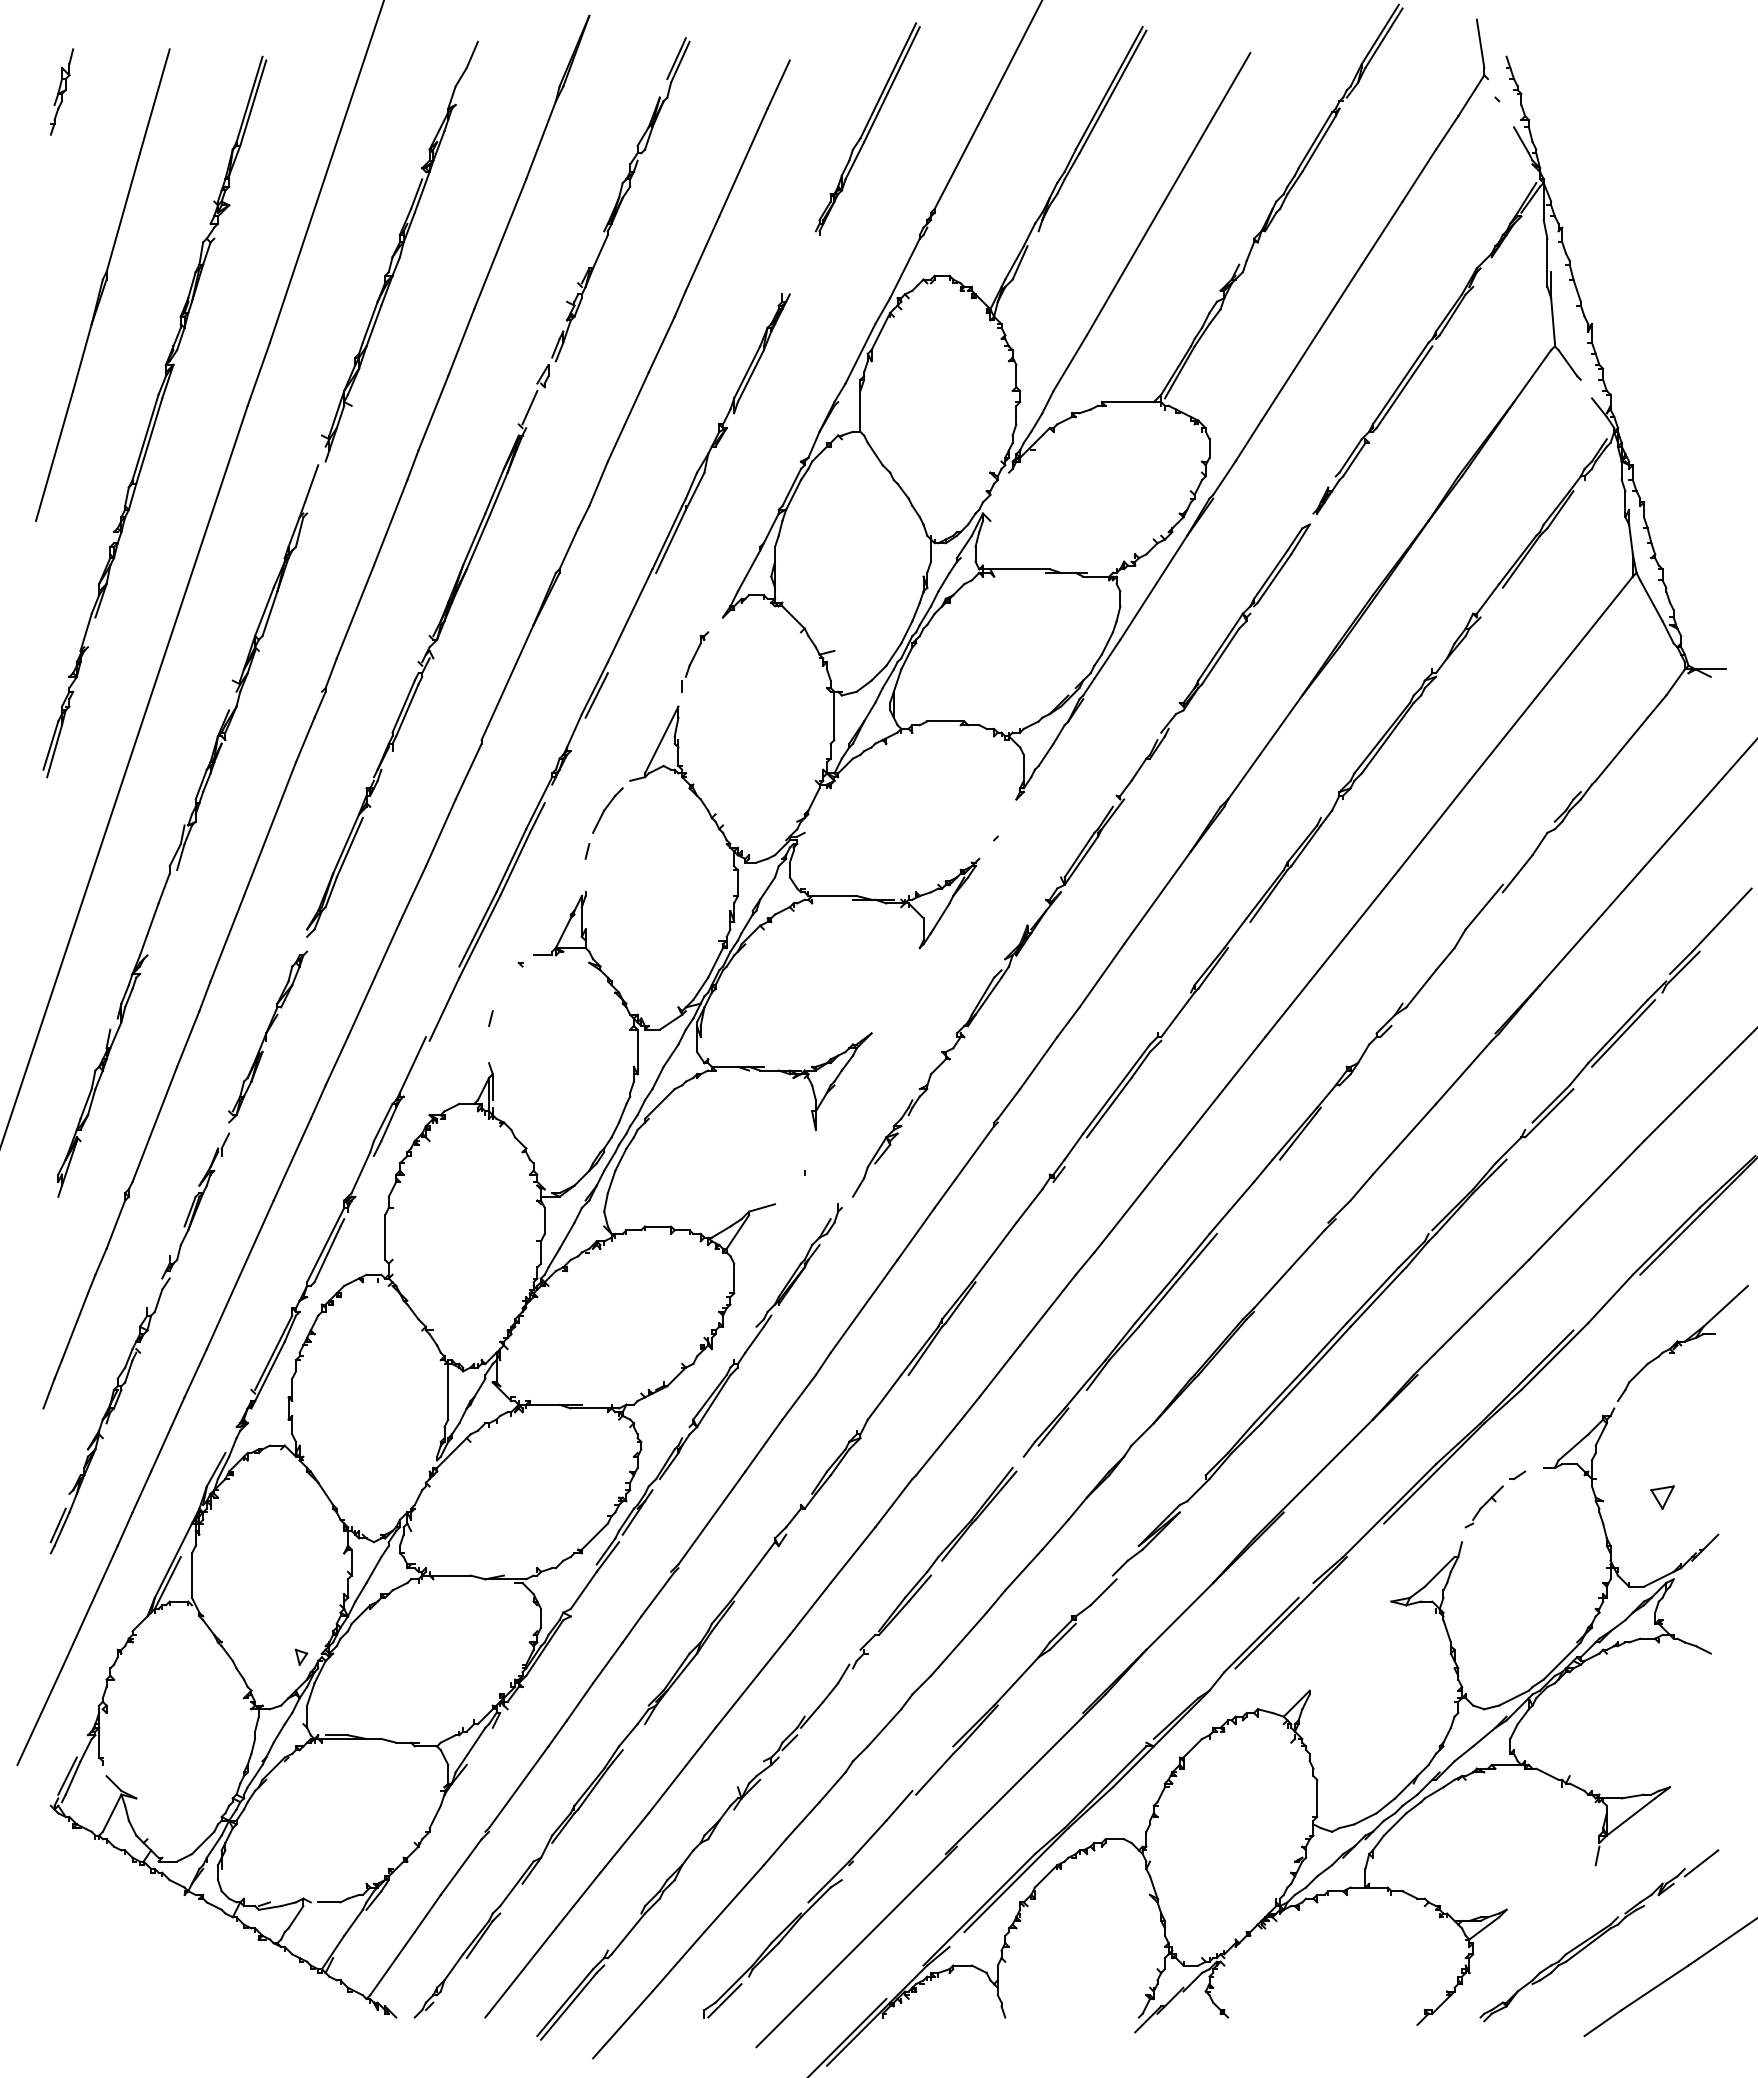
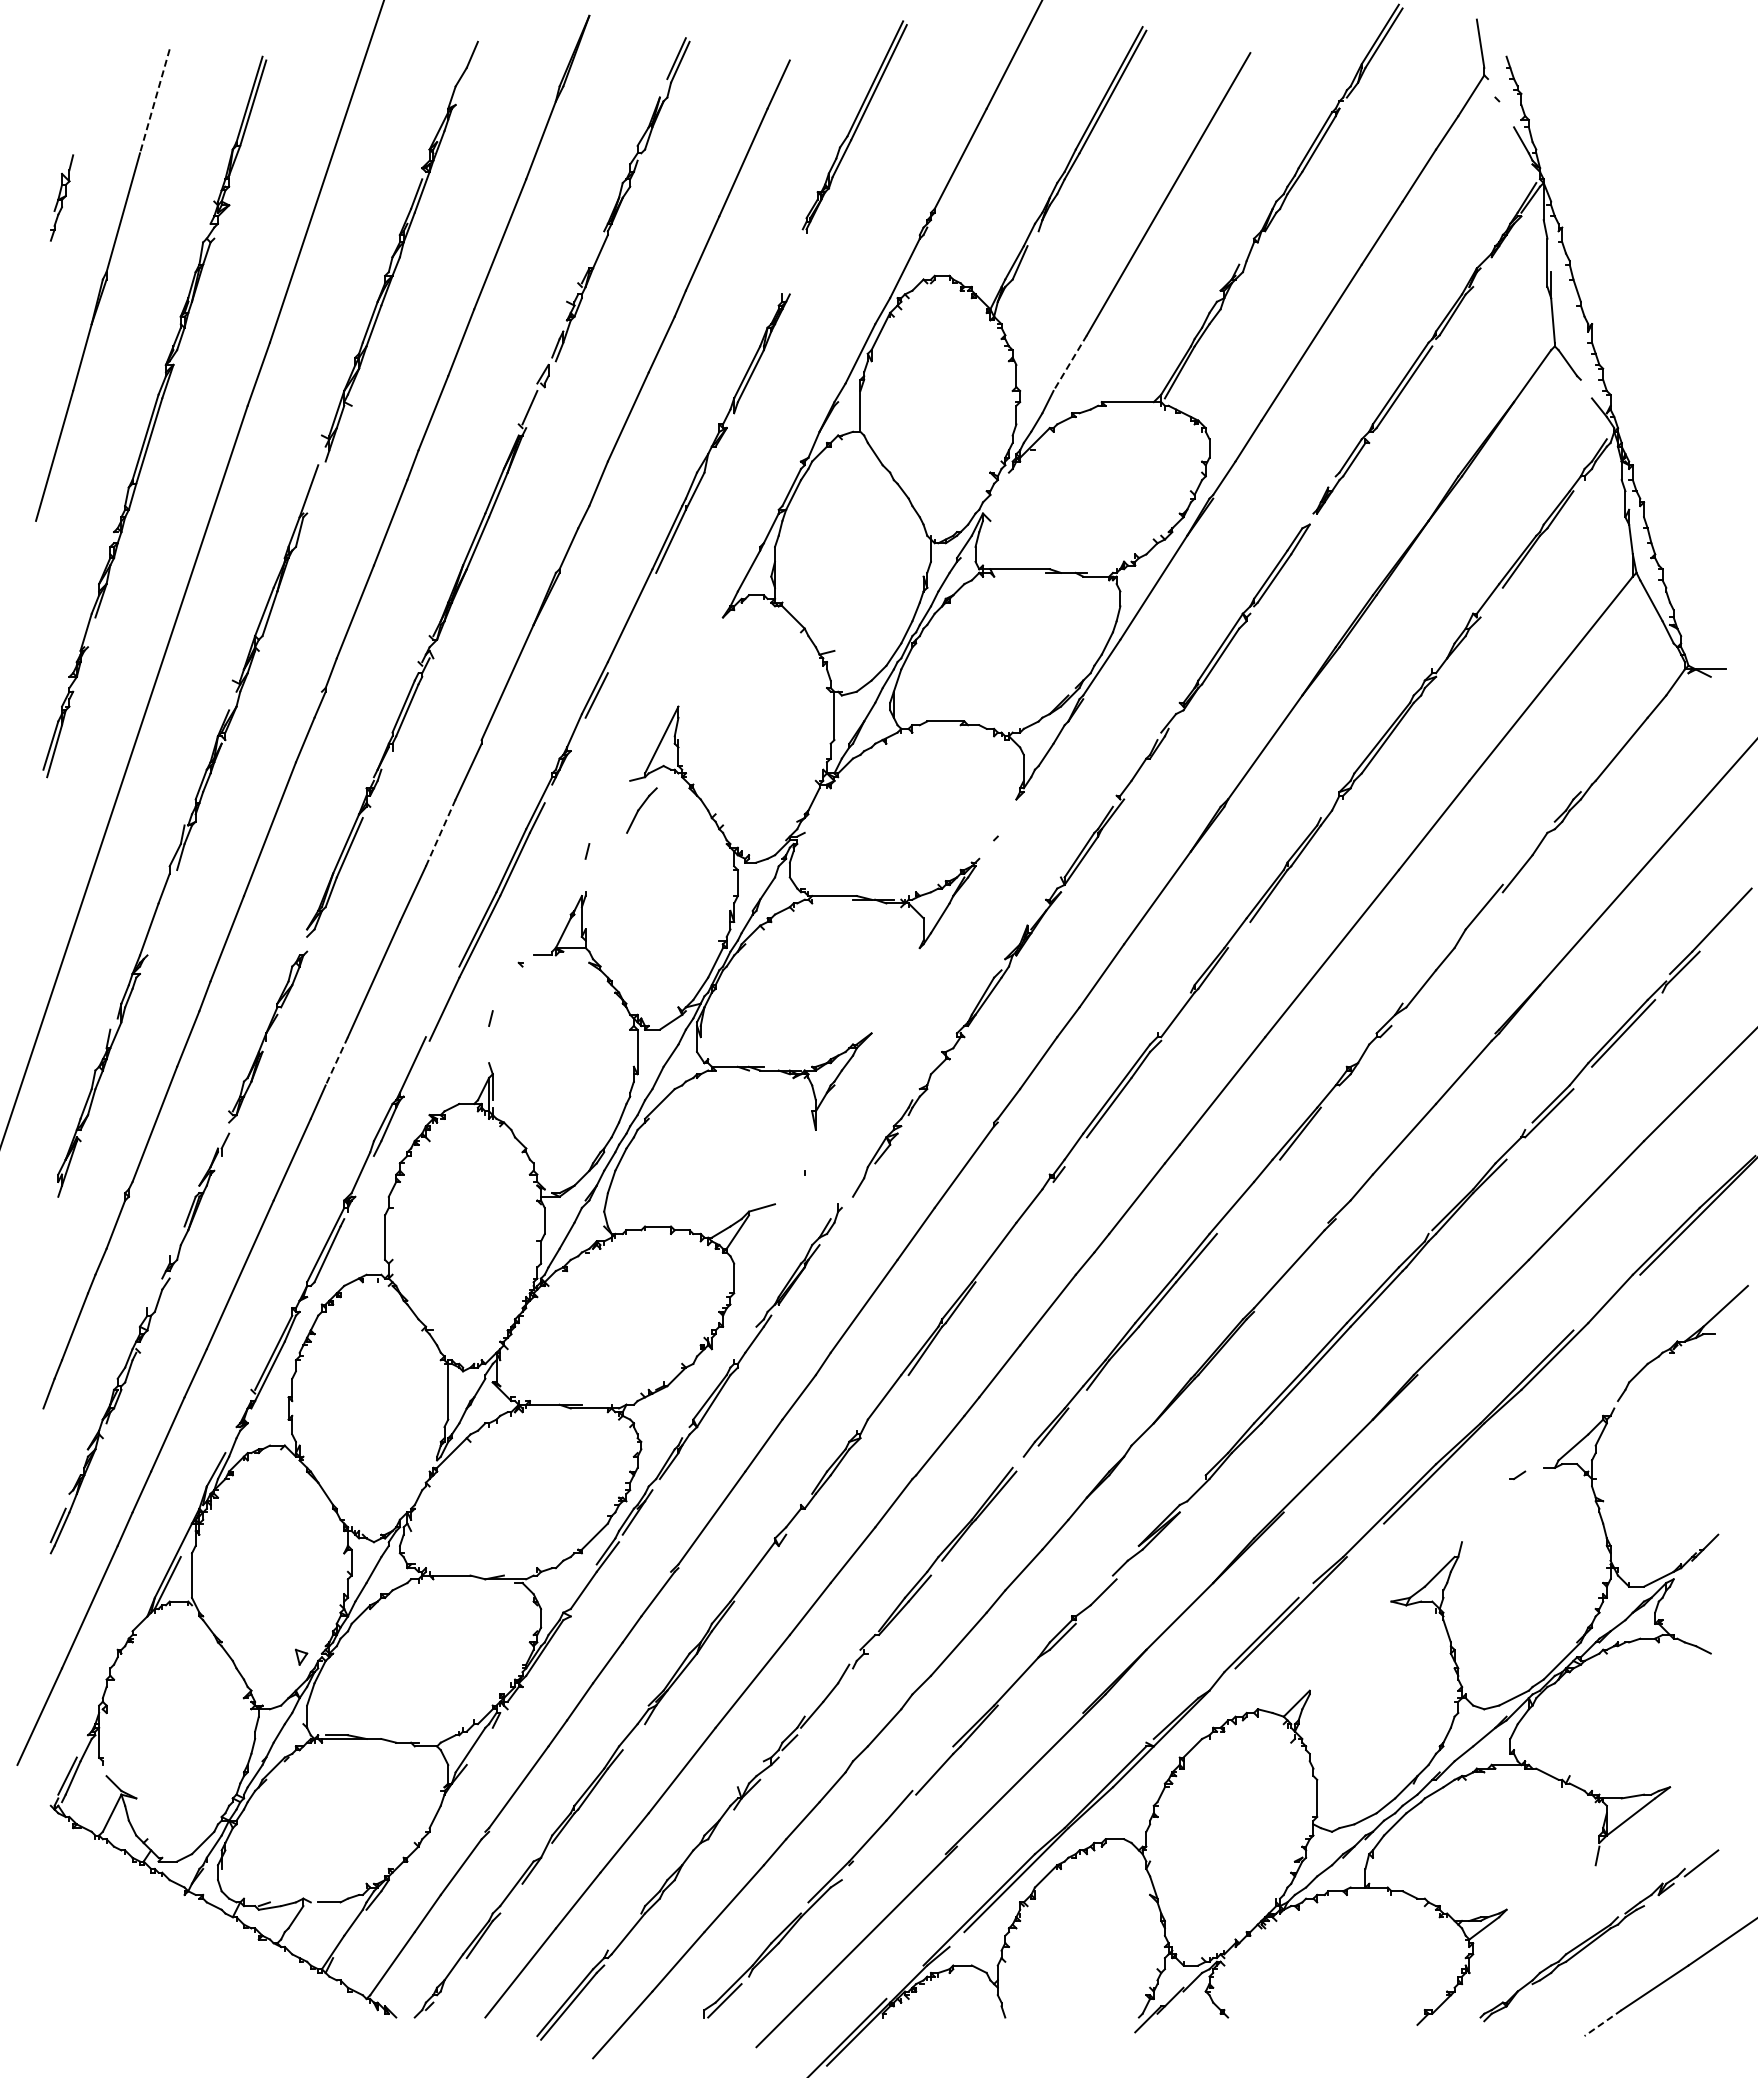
part at (62, 91) position: (62, 91) -> (62, 197)
line at (154, 101): solid -> dashed
part at (867, 128) position: (867, 128) -> (854, 126)
line at (1069, 363): solid -> dashed
part at (695, 661): present -> none
part at (607, 810) position: (607, 810) -> (641, 810)
line at (440, 832): solid -> dashed
line at (336, 1061): solid -> dashed
part at (1662, 1497): present -> none
part at (1483, 1506): present -> none
line at (1603, 2023): solid -> dashed
